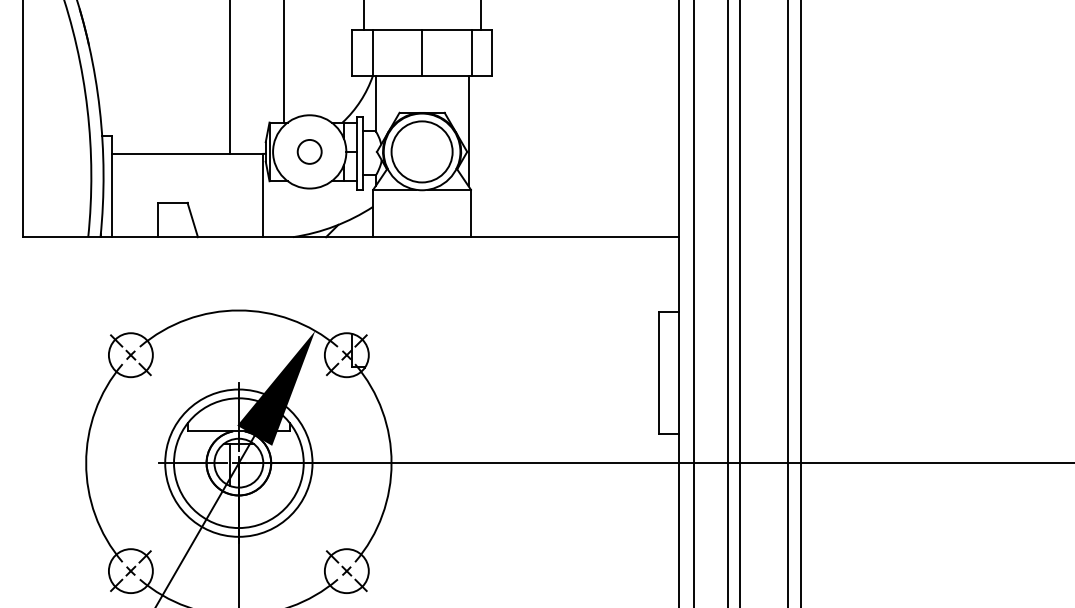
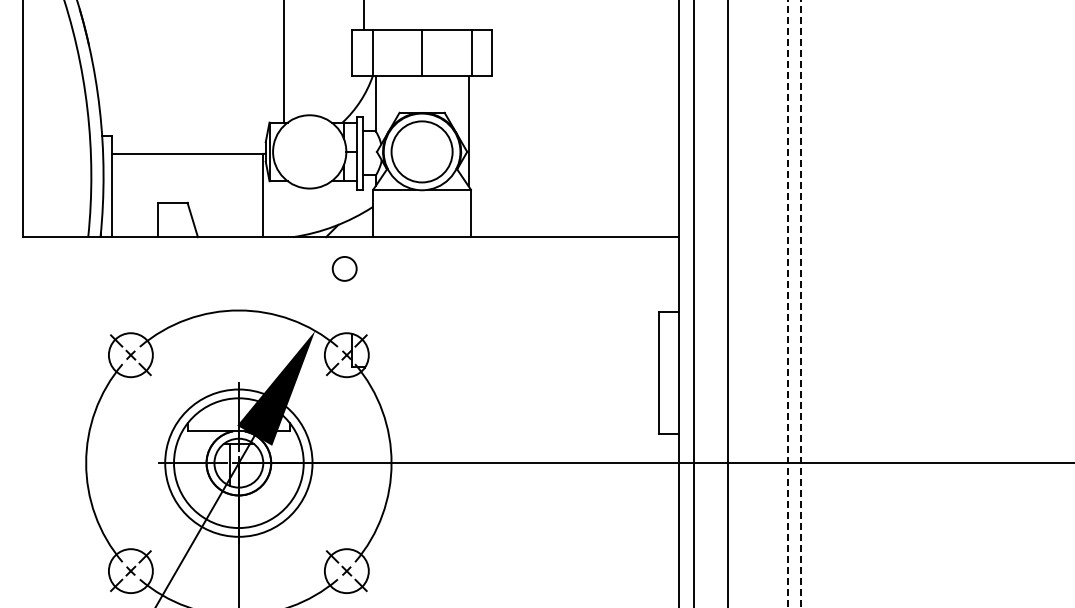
line at (480, 15): present -> none
line at (230, 77): present -> none
circle at (309, 151) position: (309, 151) -> (344, 268)
line at (740, 303): present -> none
line at (788, 304): solid -> dashed
line at (800, 304): solid -> dashed
